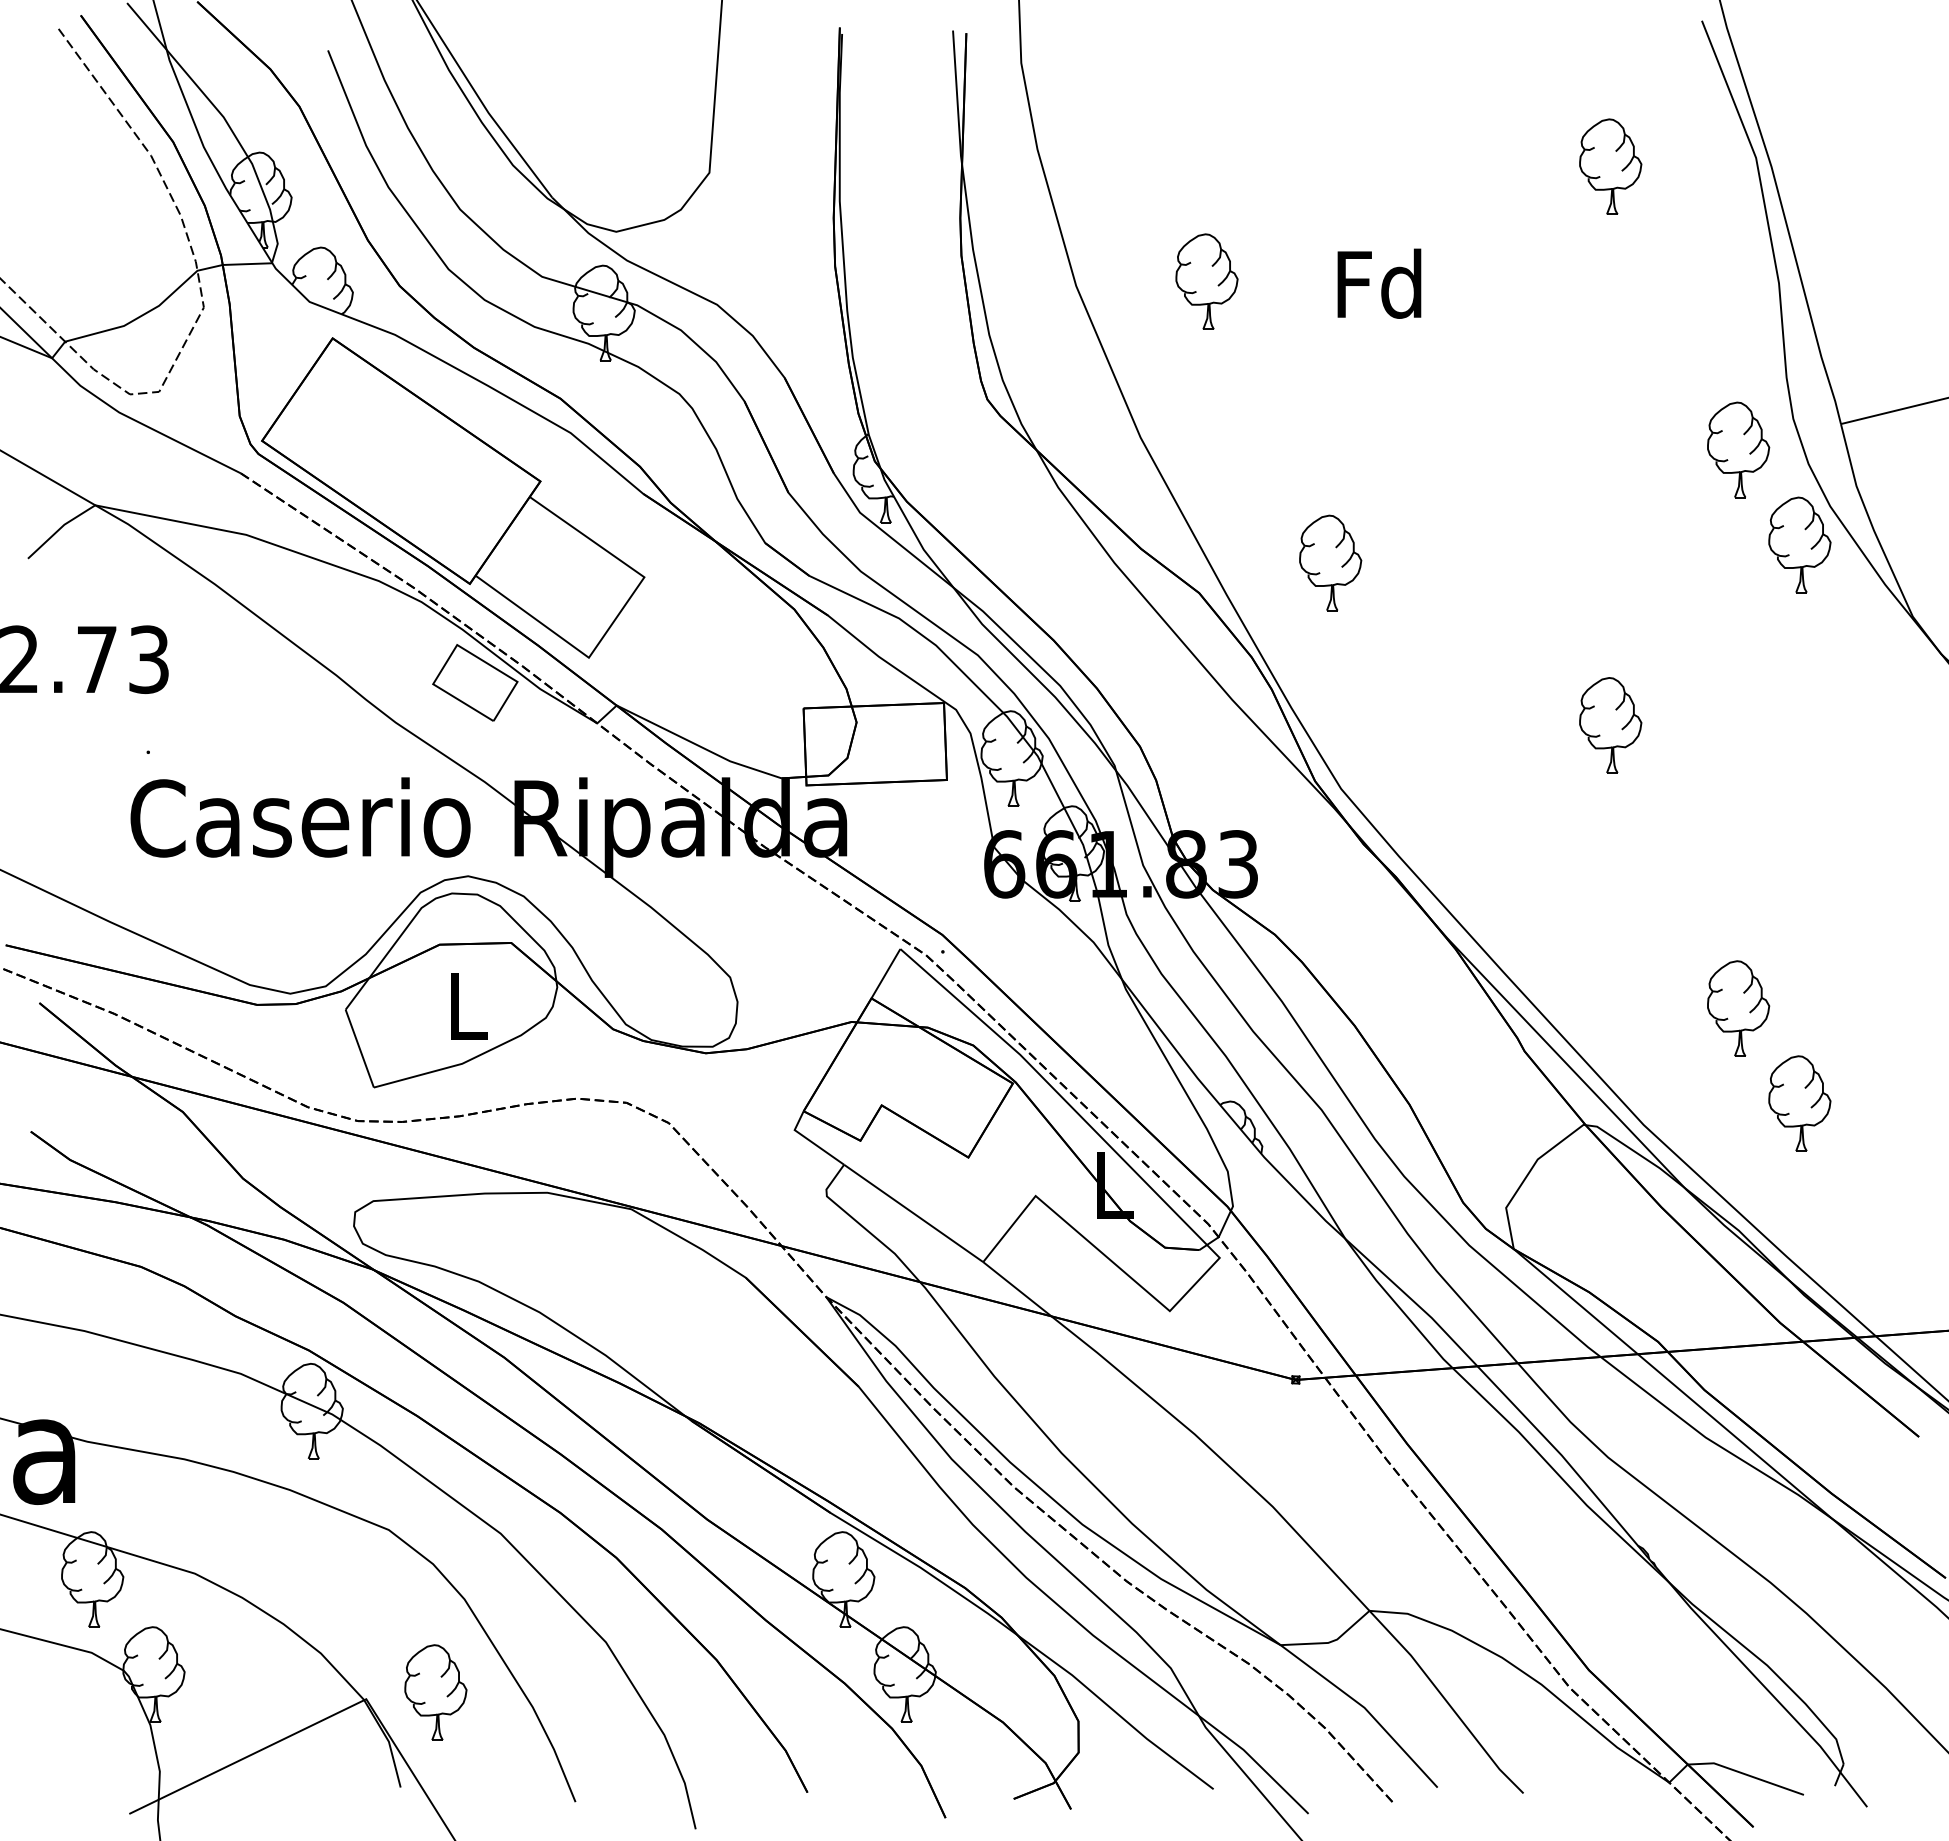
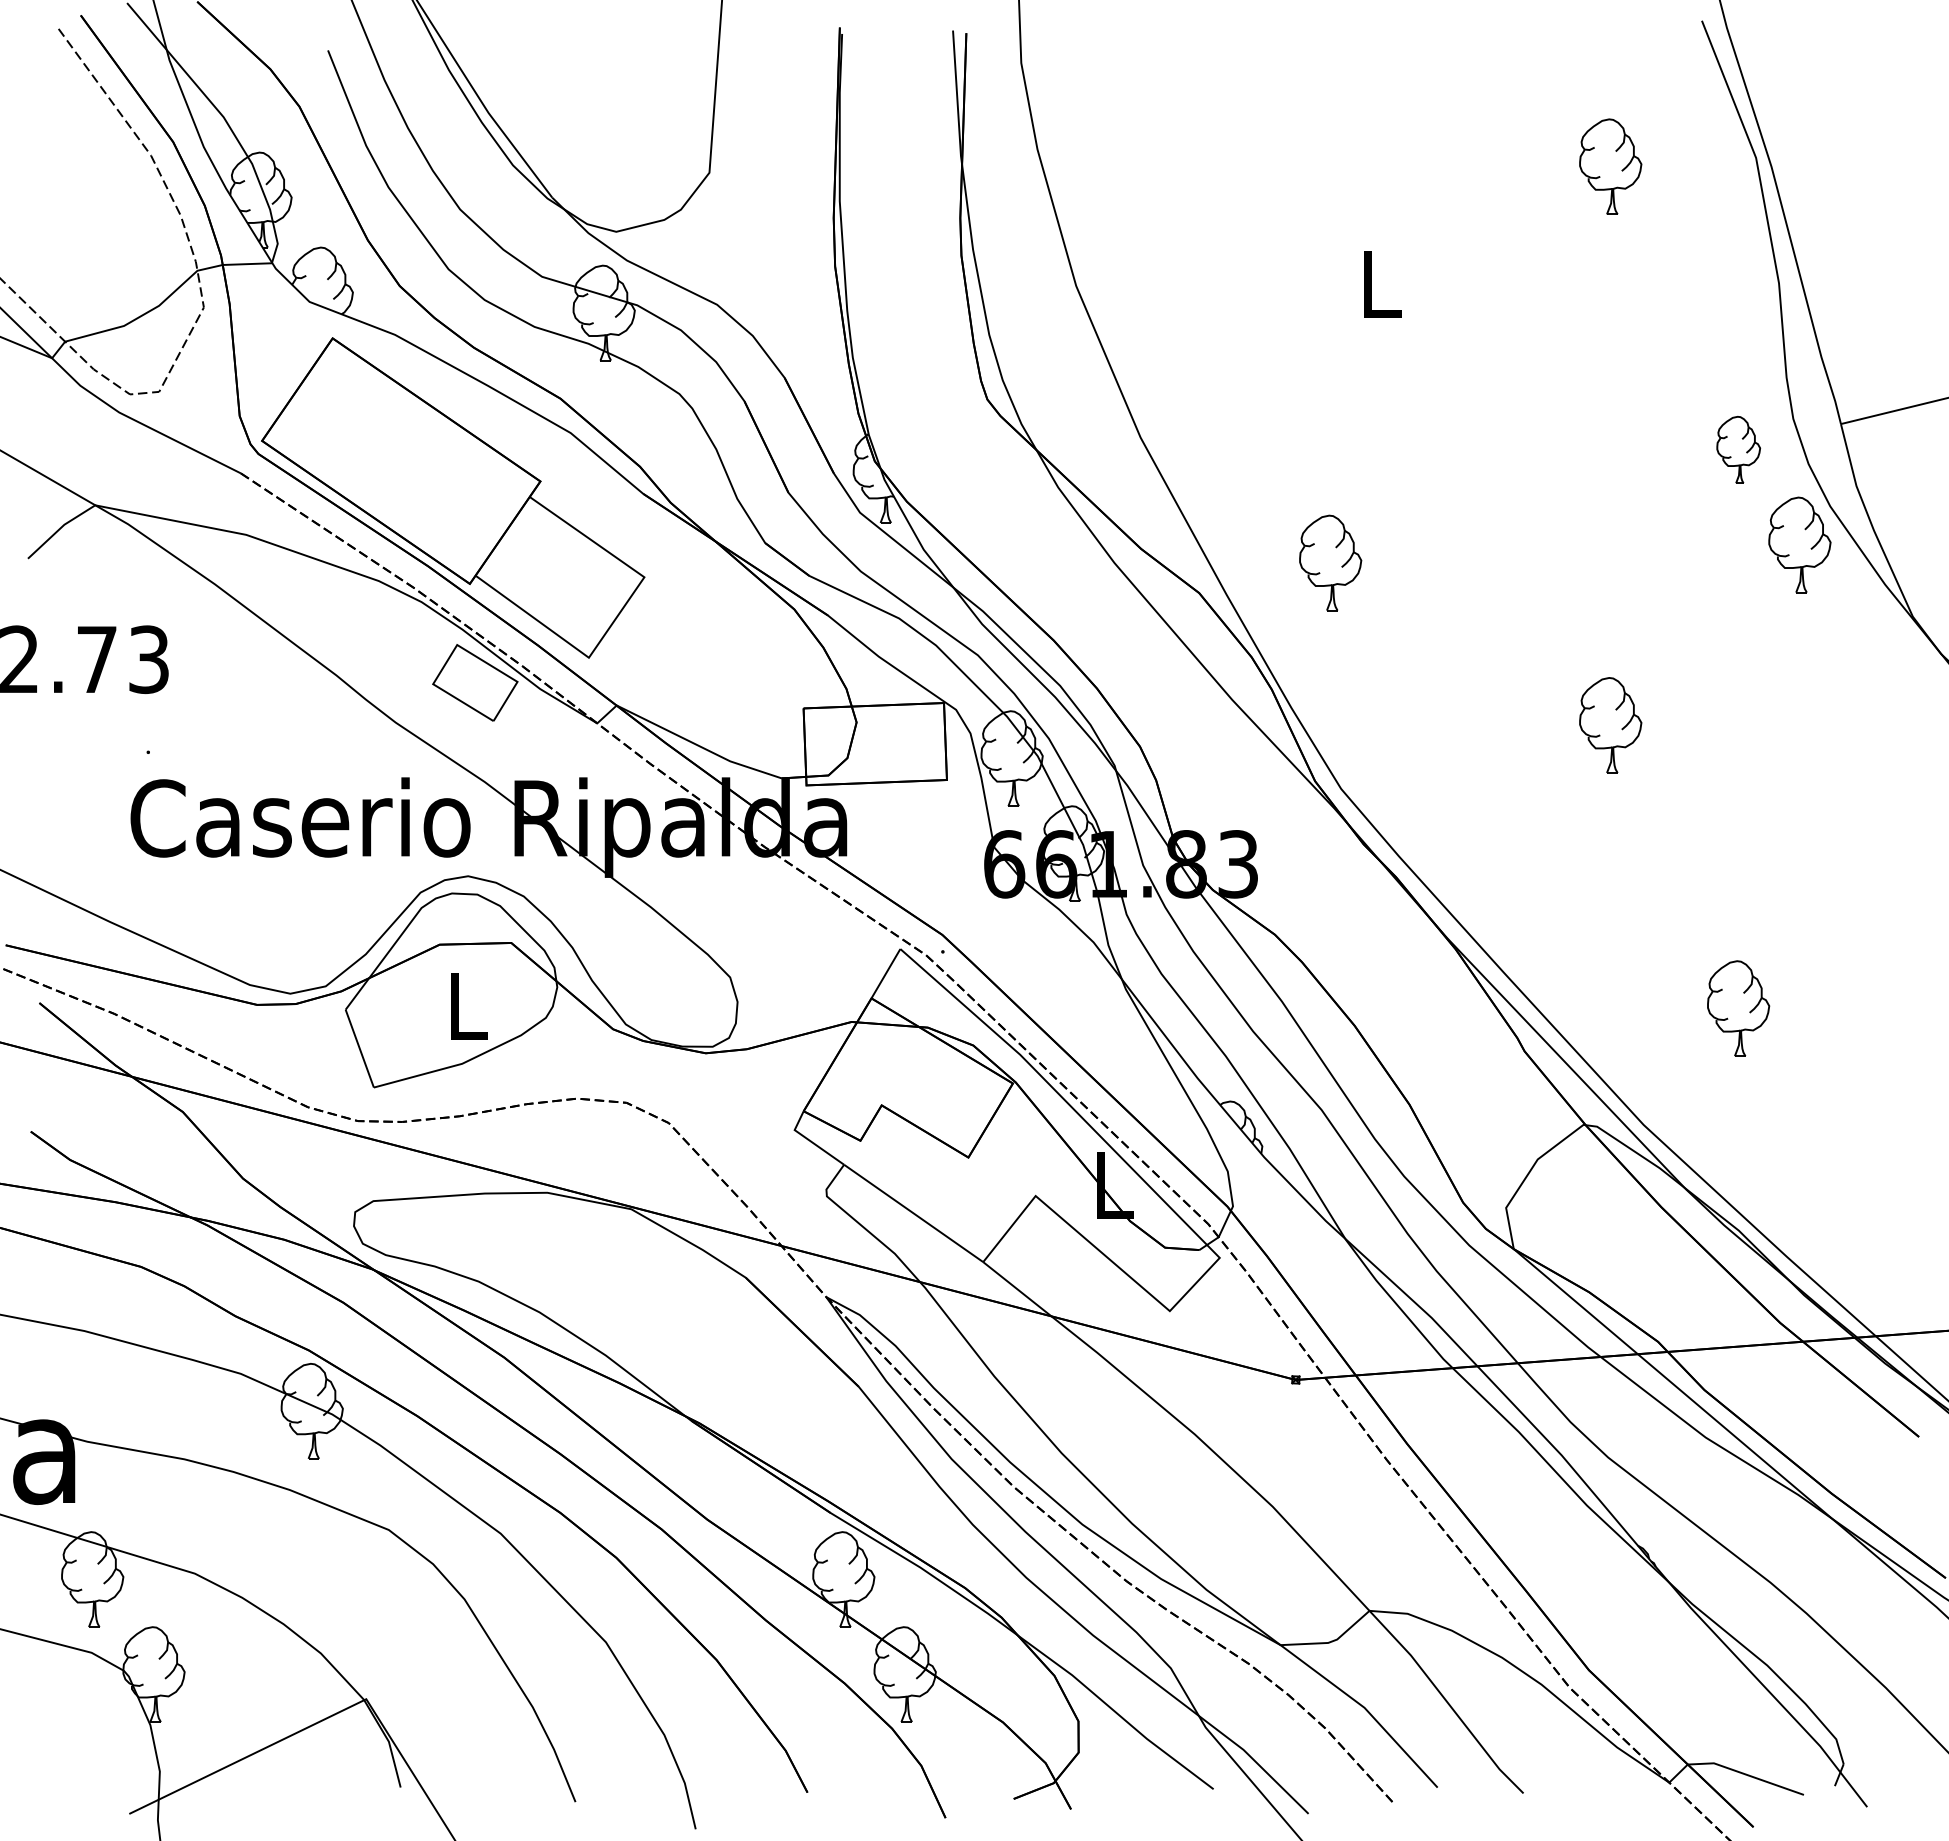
part at (1206, 281): present -> none
text at (1379, 283): Fd -> L
part at (1738, 449) size: 64x98 px -> 46x68 px
part at (1799, 1103): present -> none
part at (435, 1692): present -> none
